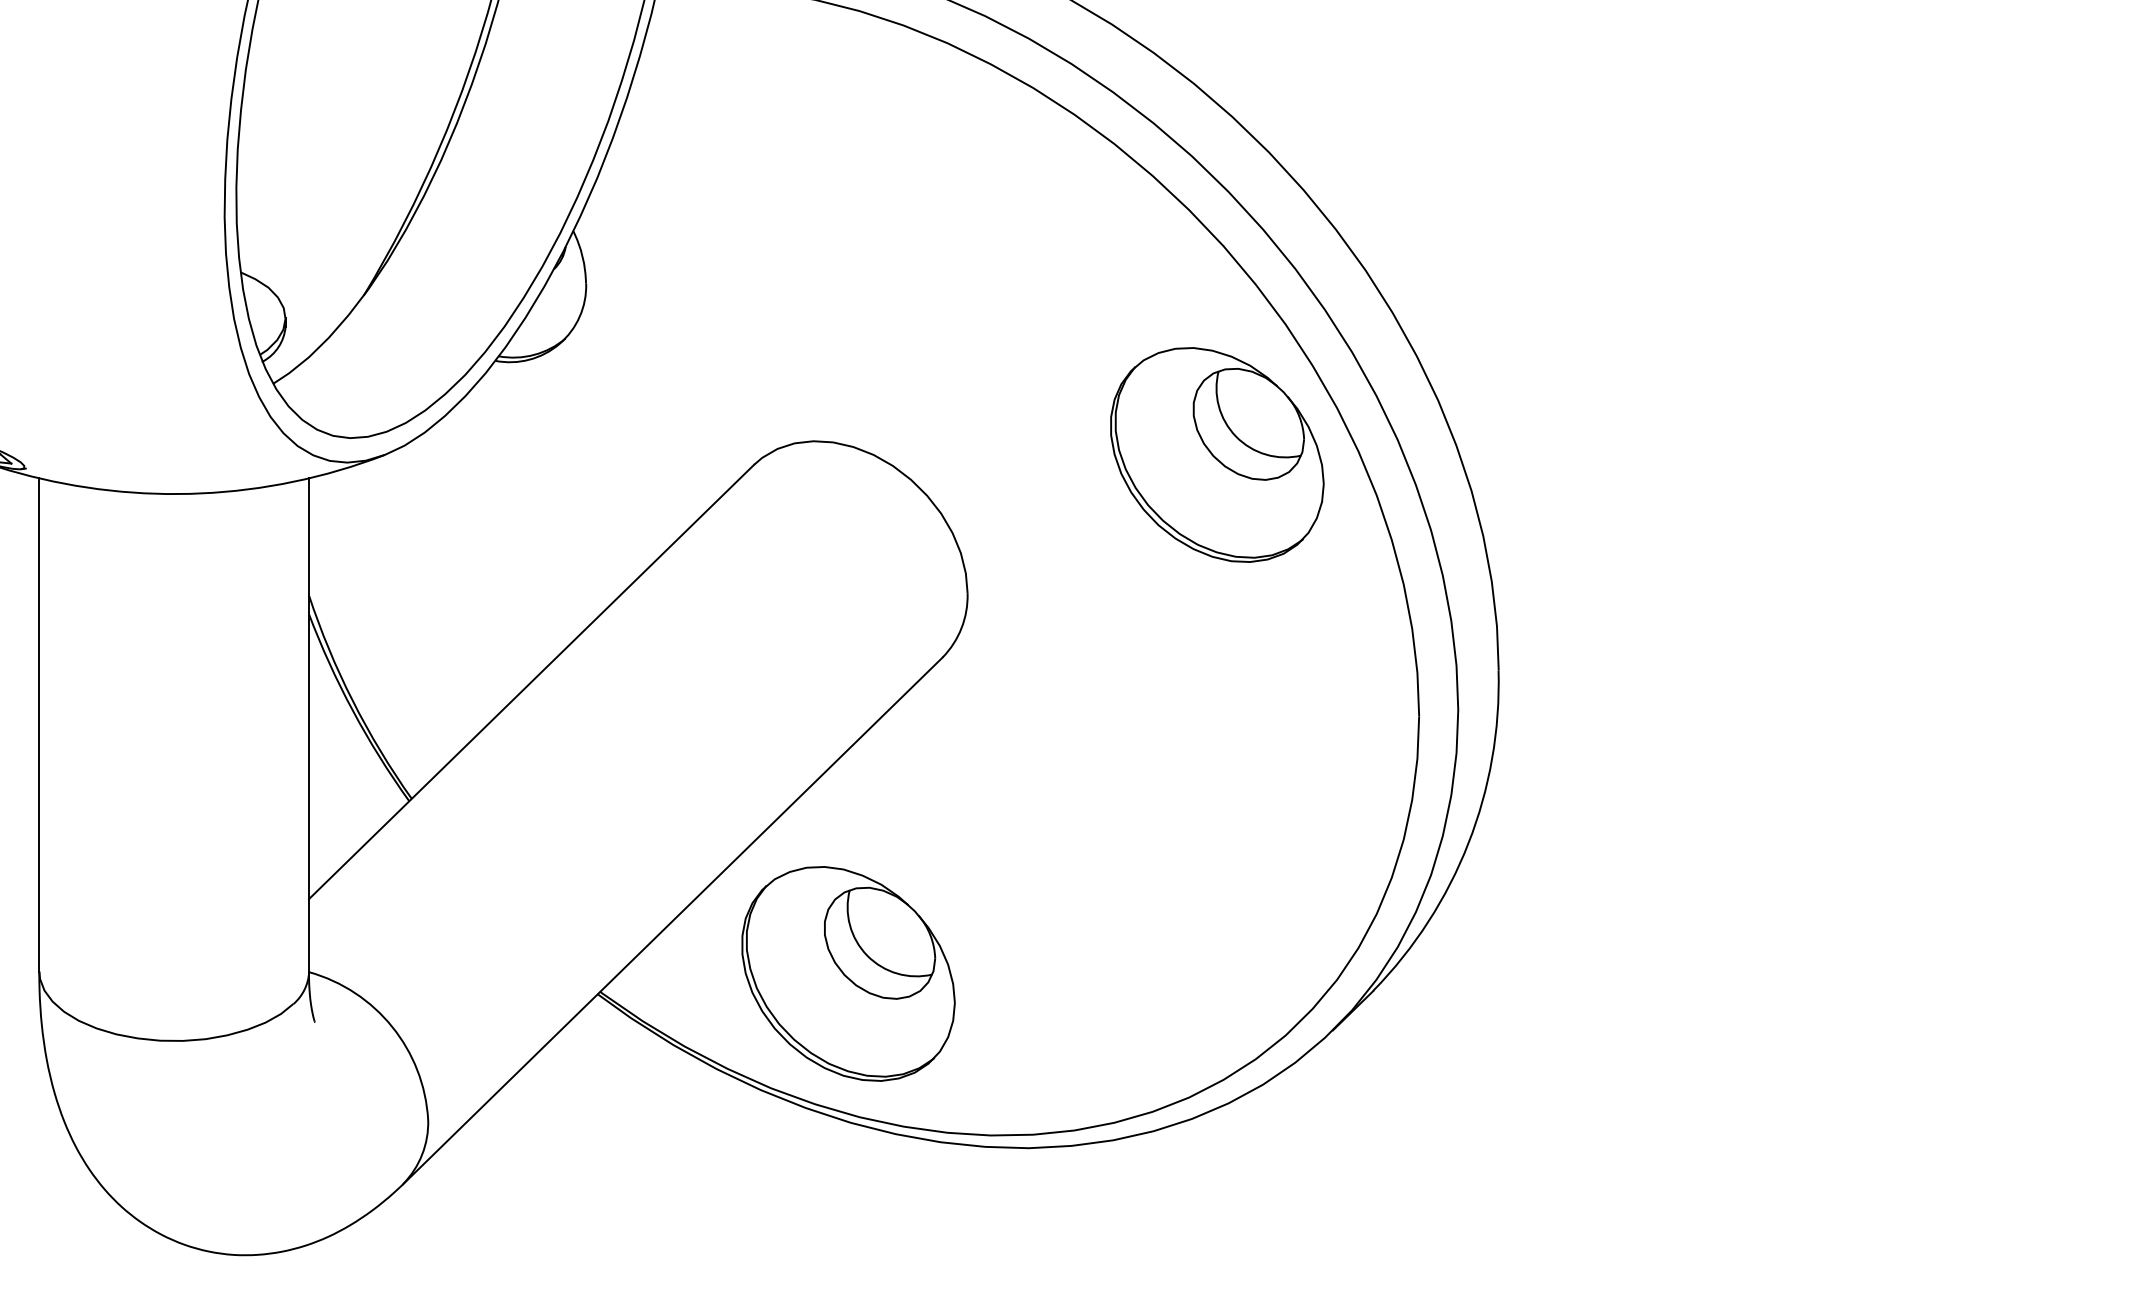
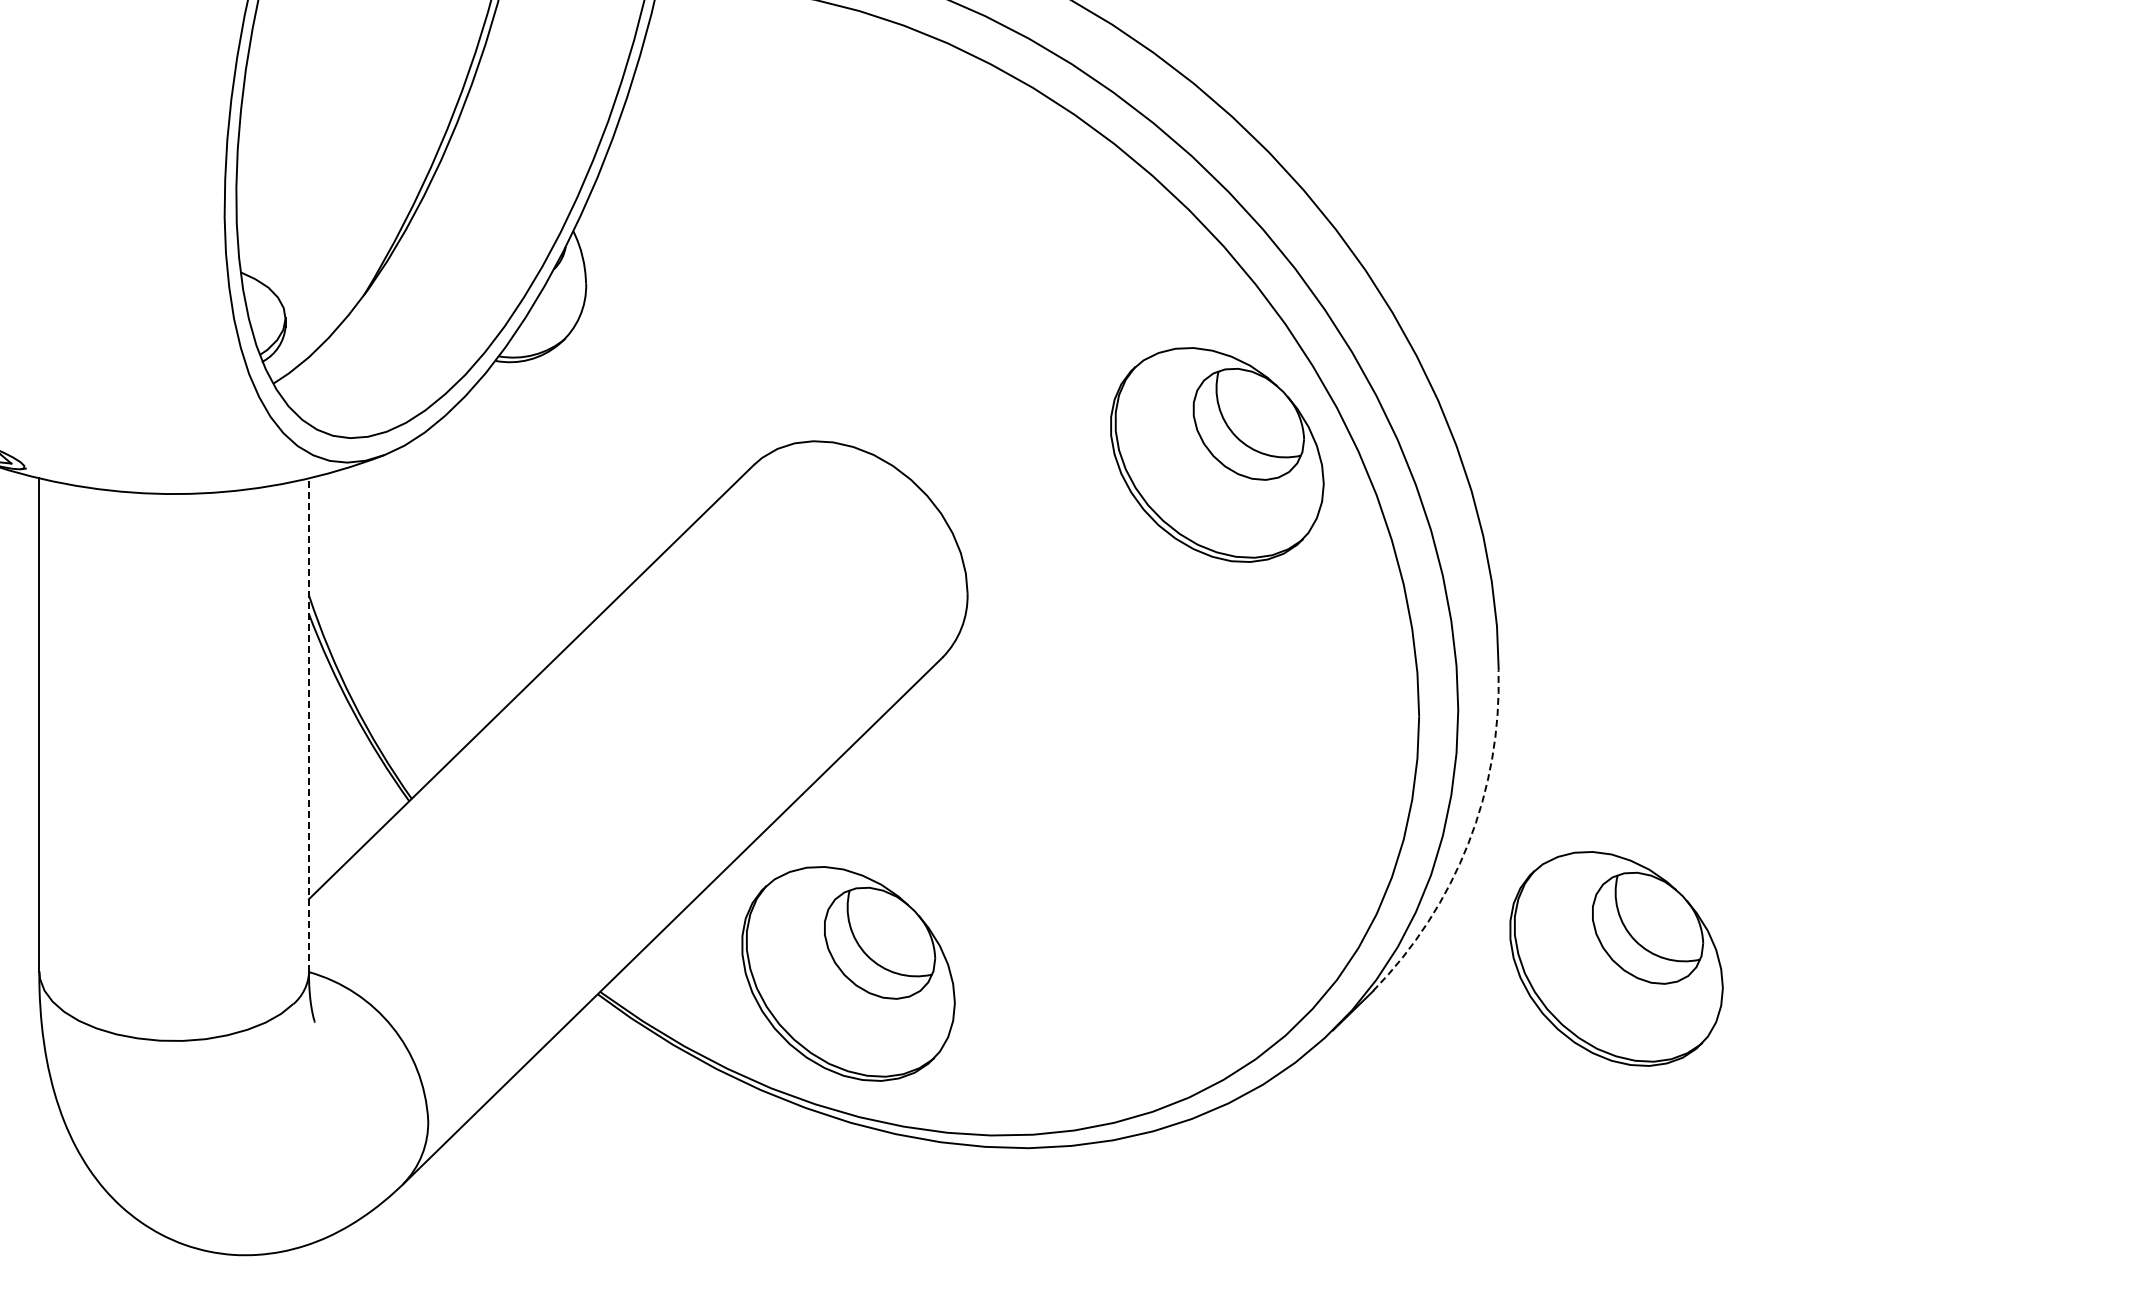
line at (309, 725): solid -> dashed
arc at (1468, 843): solid -> dashed
part at (1616, 958): none -> present
